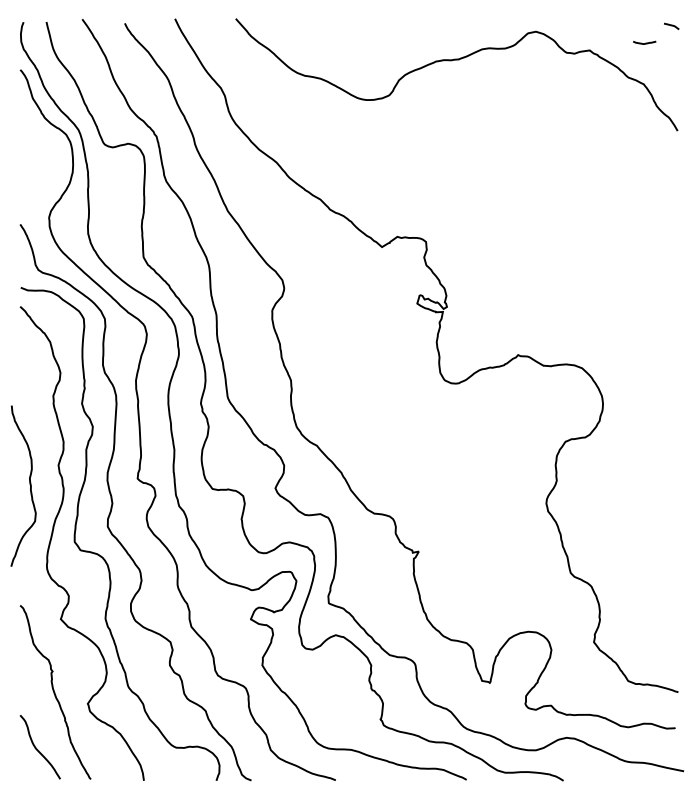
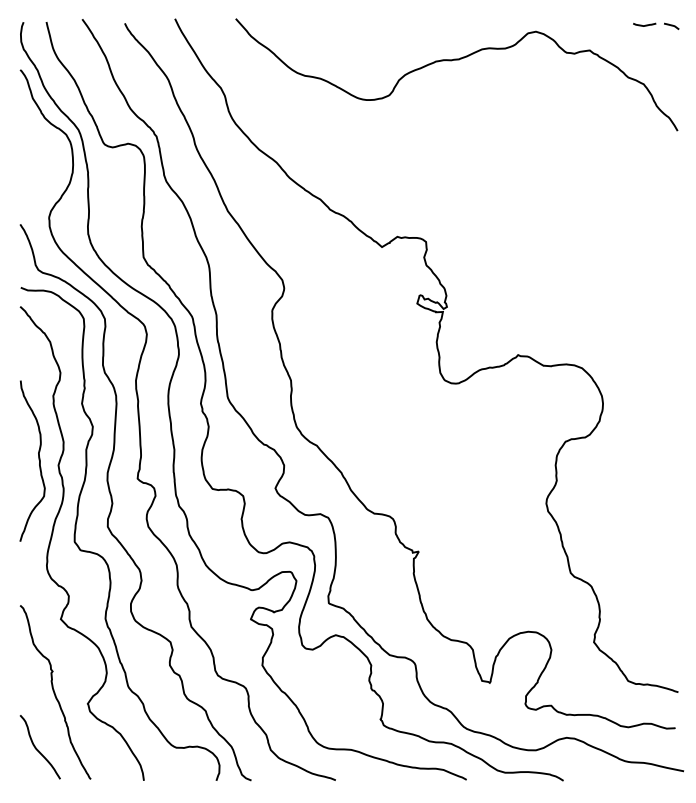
curve at (645, 42) position: (645, 42) -> (645, 24)
curve at (29, 485) position: (29, 485) -> (38, 460)
